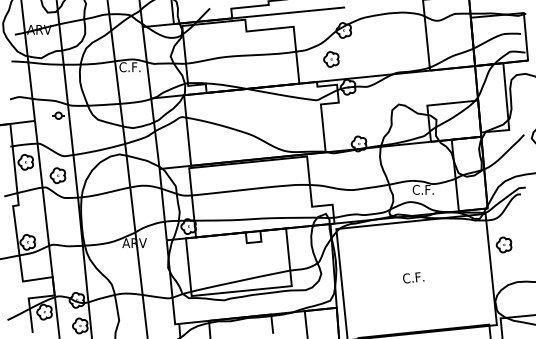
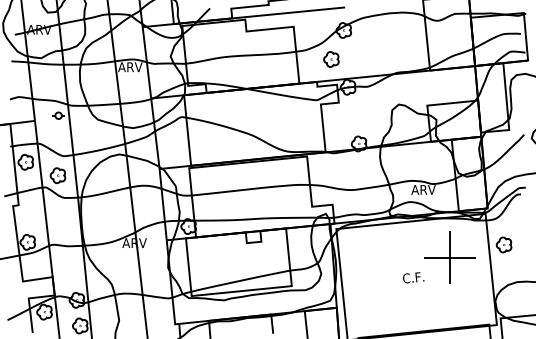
text at (130, 67): C.F. -> ARV
text at (423, 189): C.F. -> ARV
part at (449, 257): none -> present
